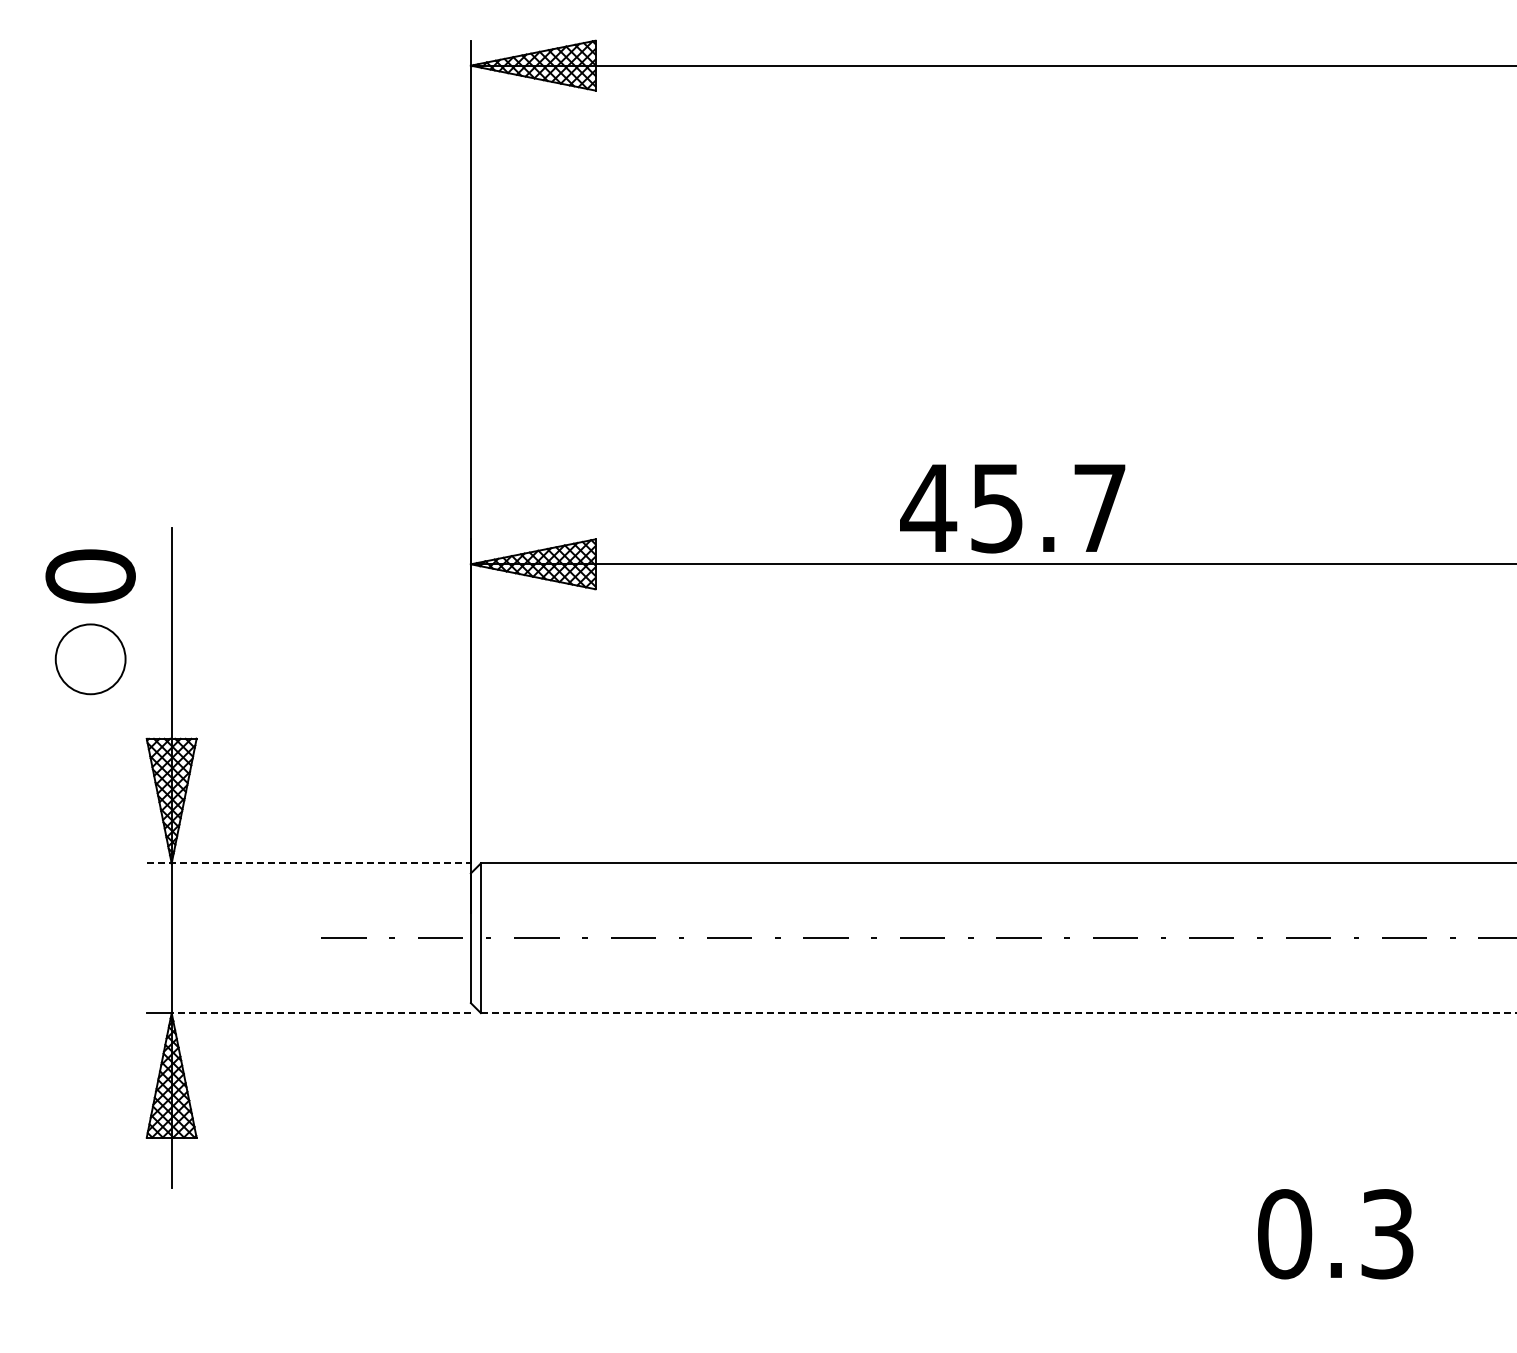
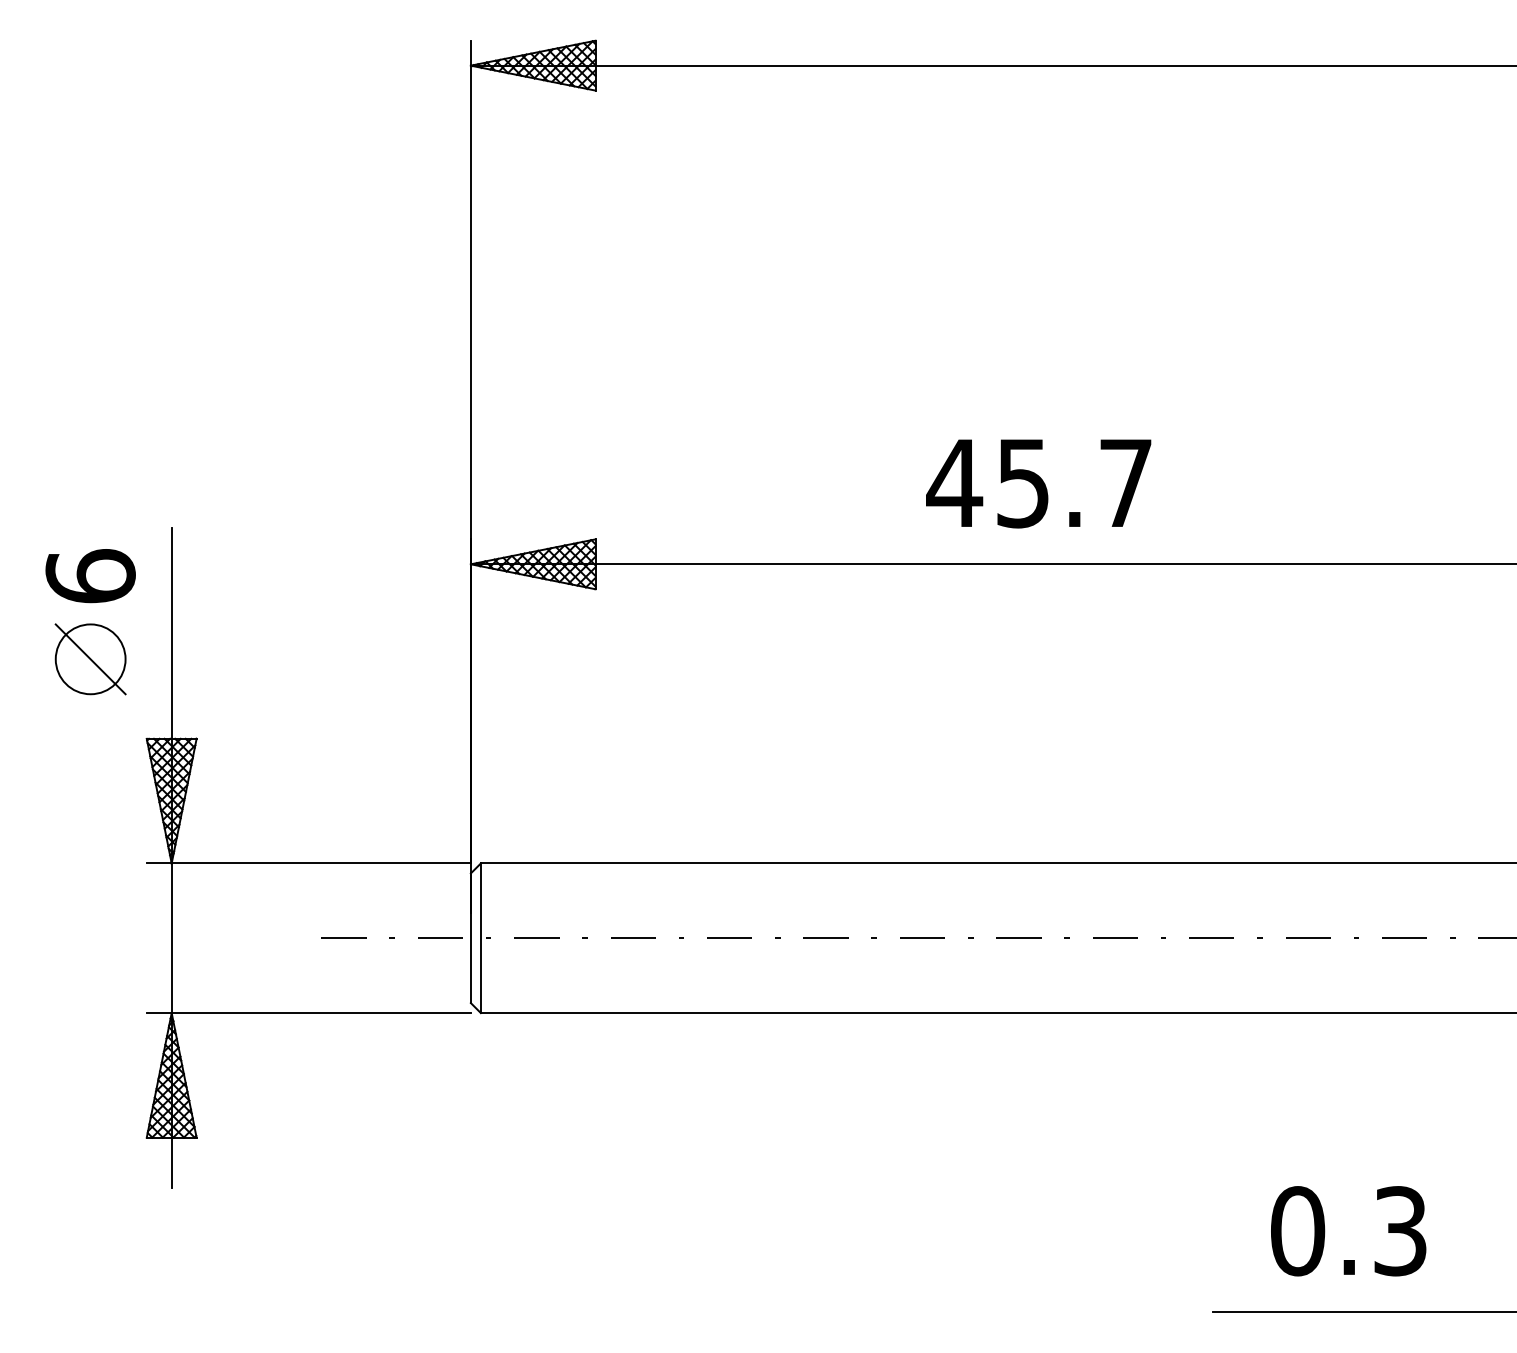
text at (1012, 508) position: (1012, 508) -> (1038, 483)
text at (90, 576): 0 -> 6
line at (90, 659): none -> present
line at (309, 863): dashed -> solid
line at (321, 1013): dashed -> solid
line at (998, 1013): dashed -> solid
text at (1335, 1234) position: (1335, 1234) -> (1348, 1231)
line at (1363, 1312): none -> present
